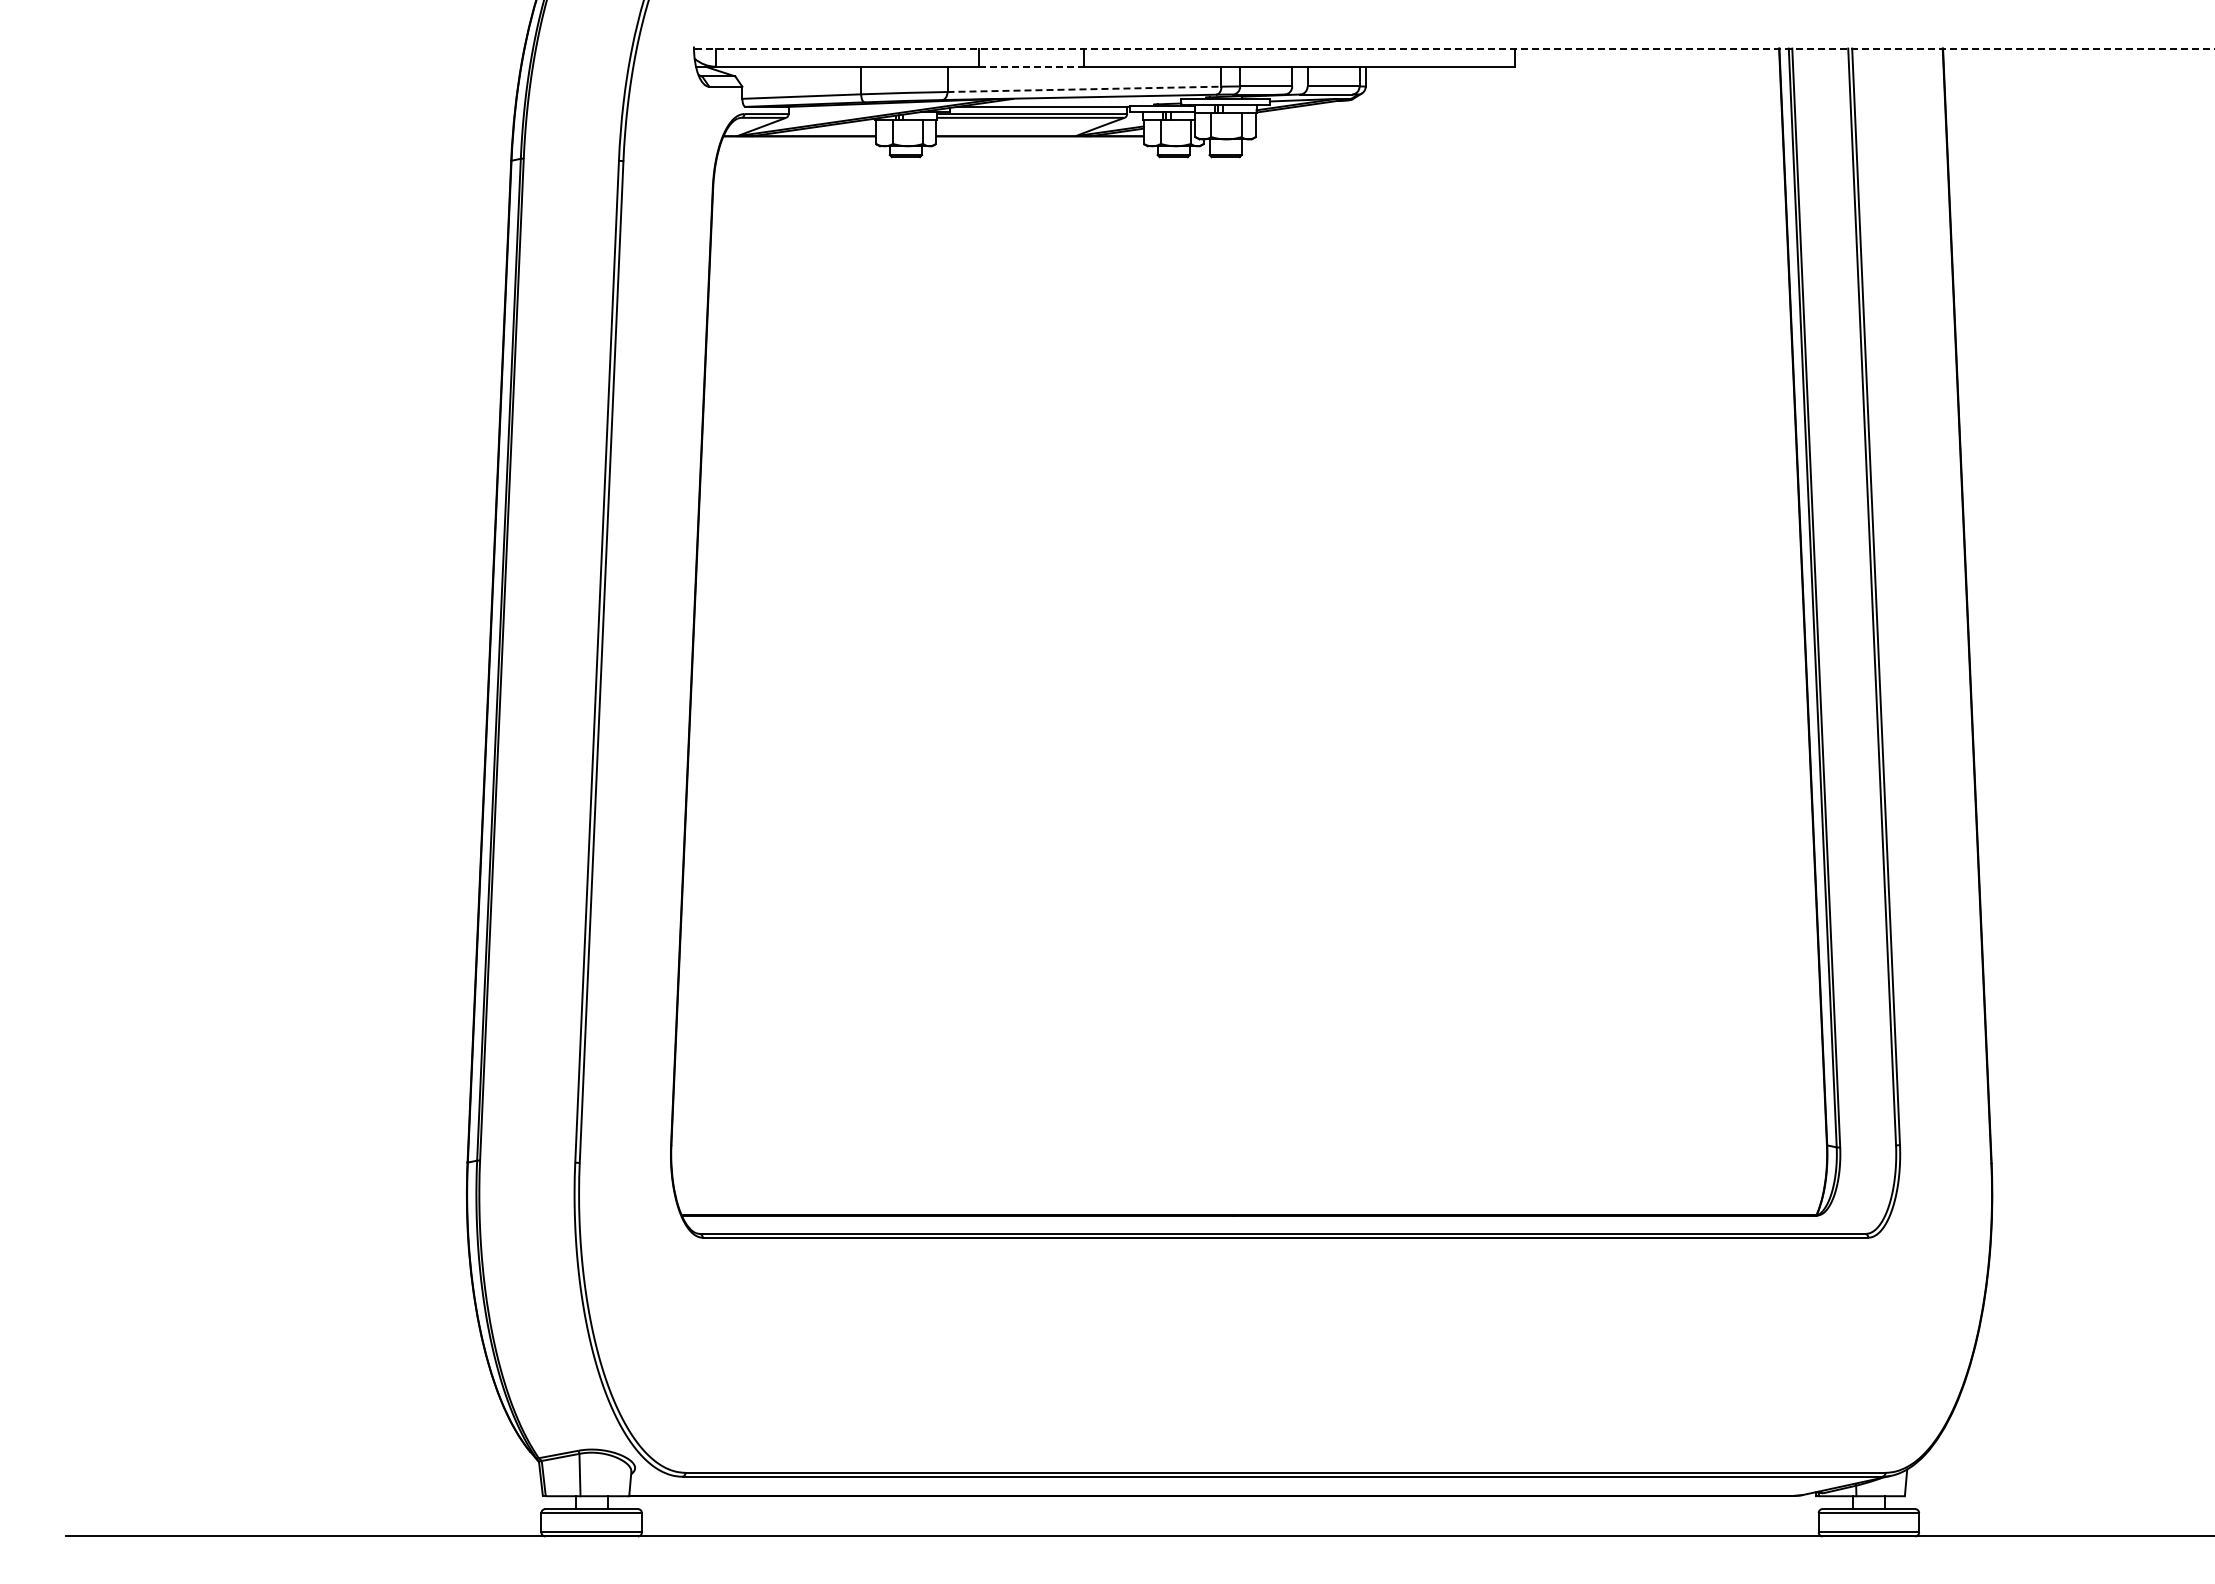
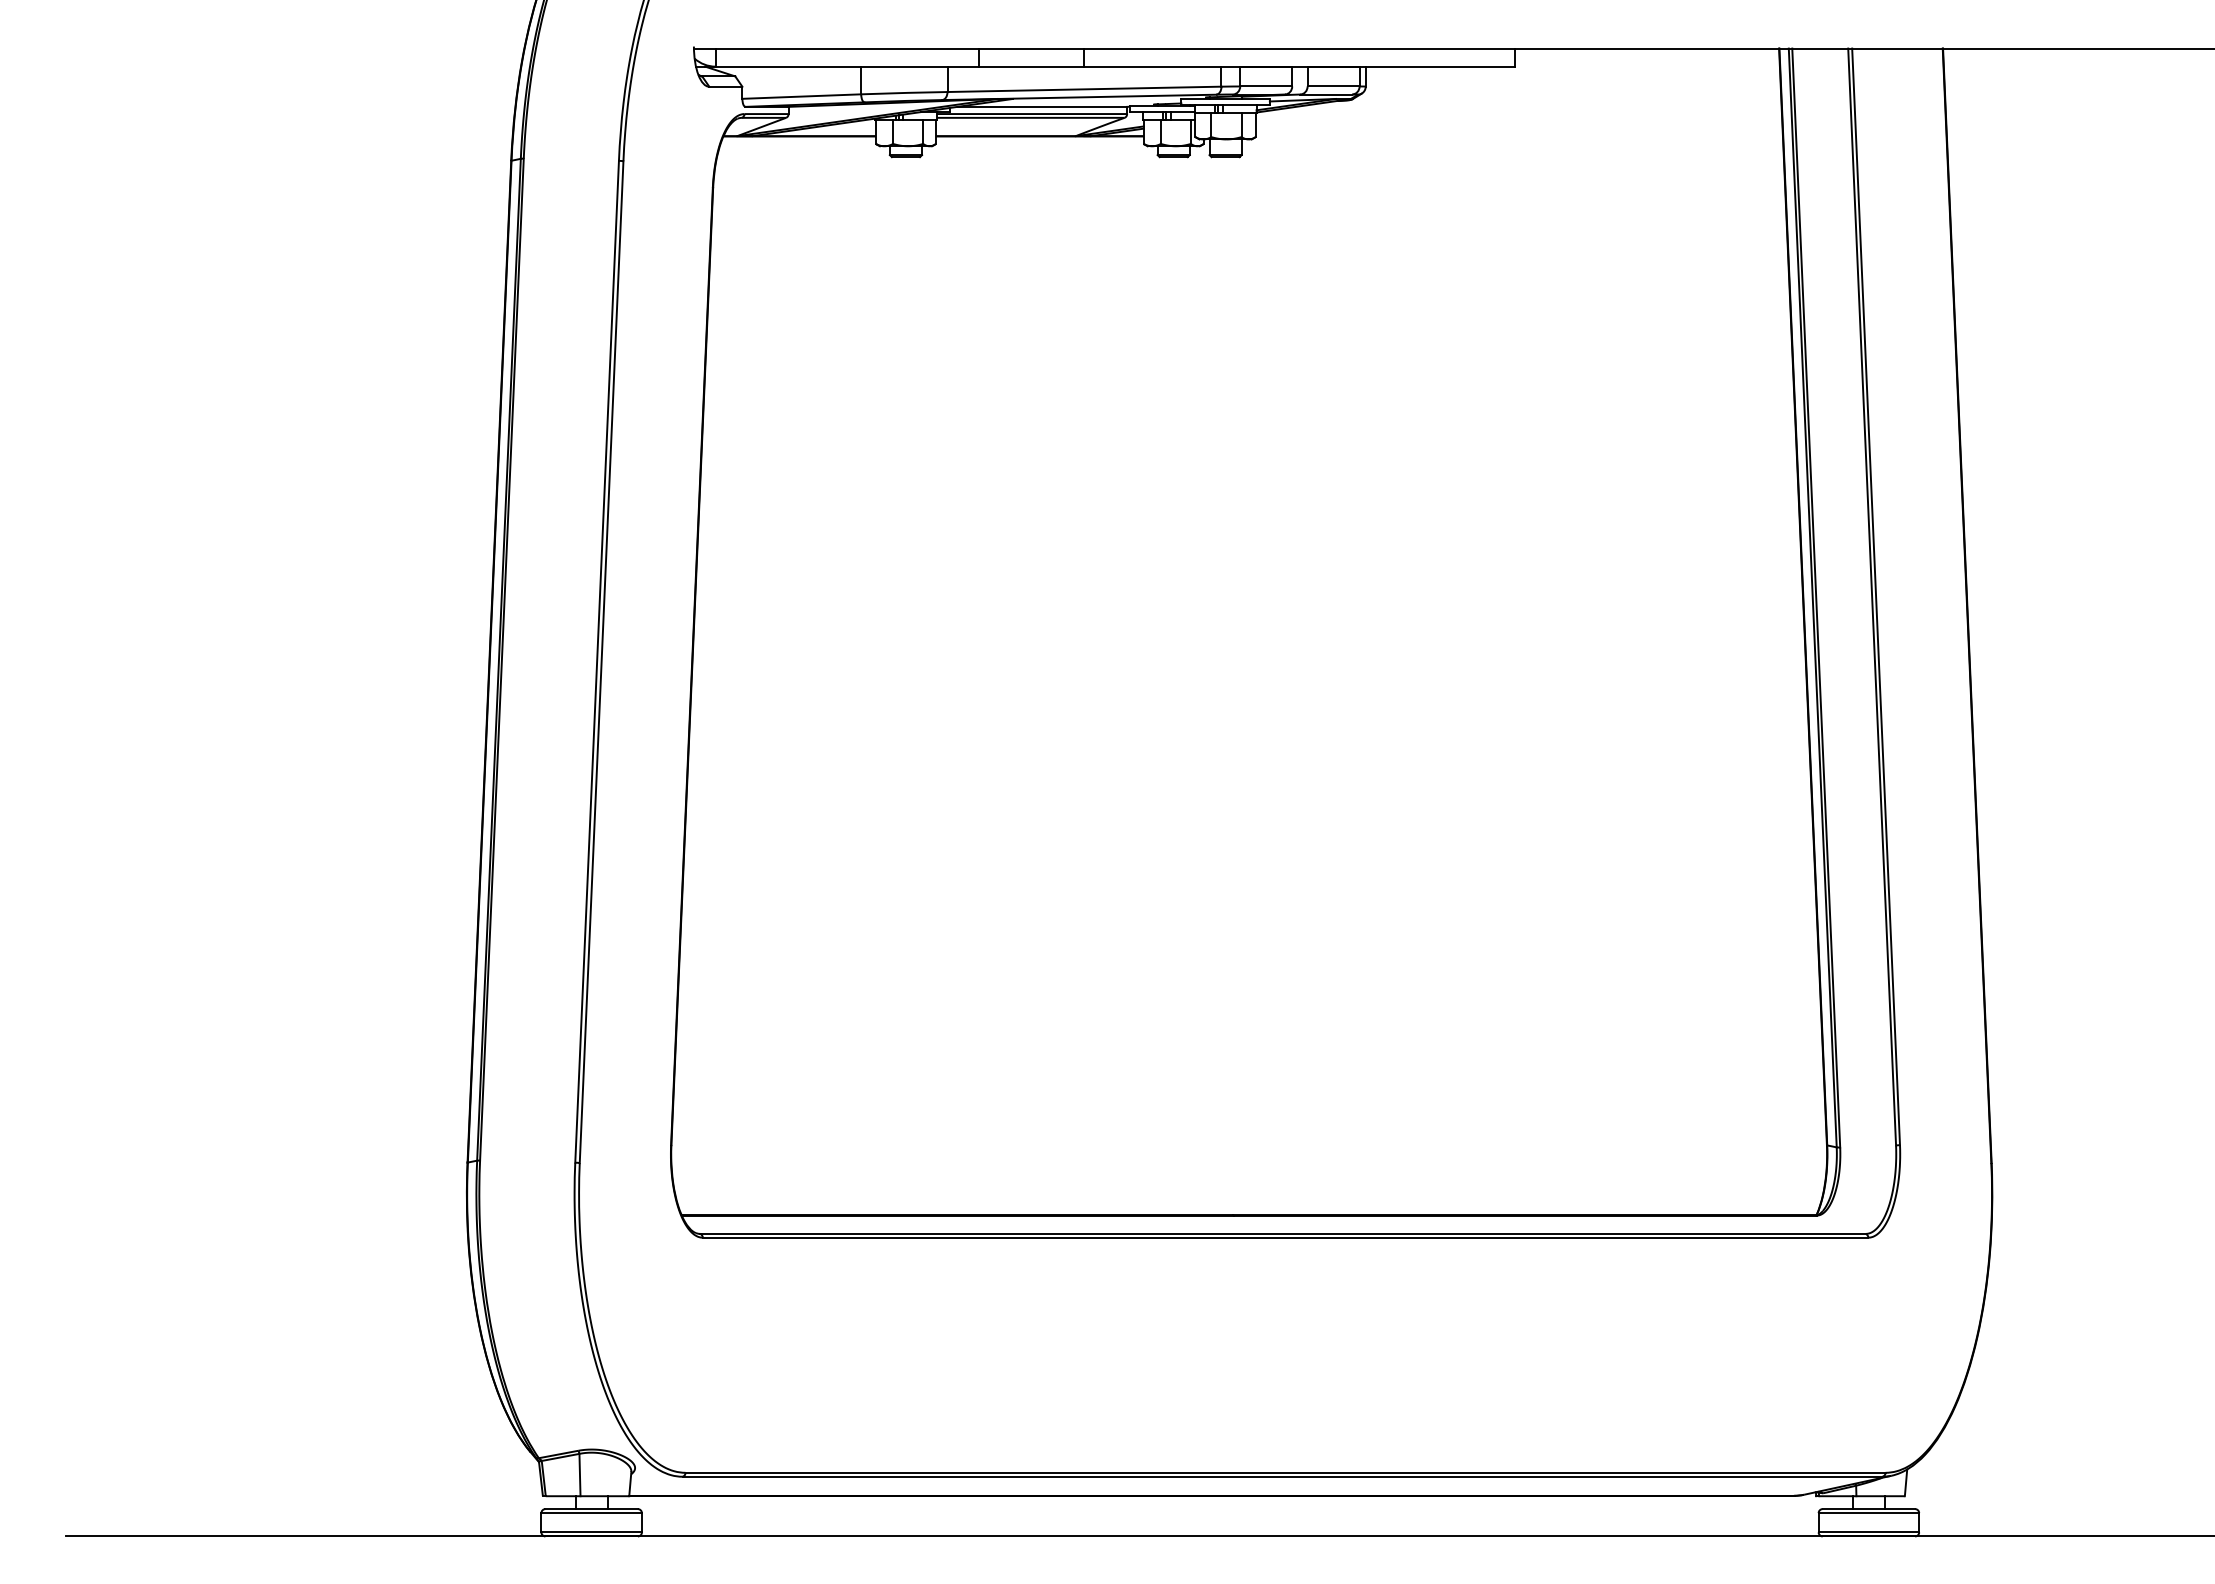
line at (1453, 48): dashed -> solid
line at (1031, 66): dashed -> solid
line at (1084, 89): dashed -> solid
